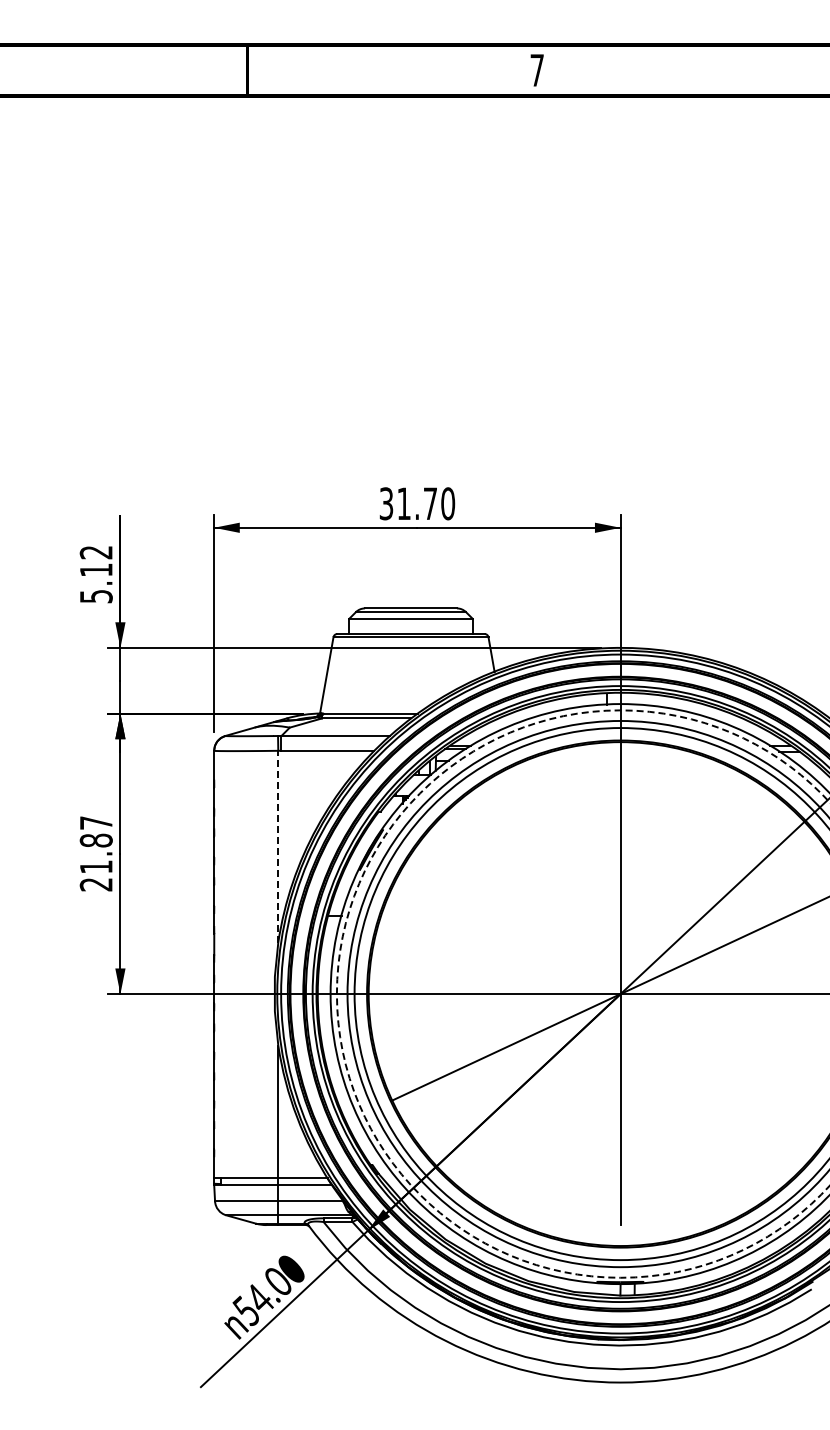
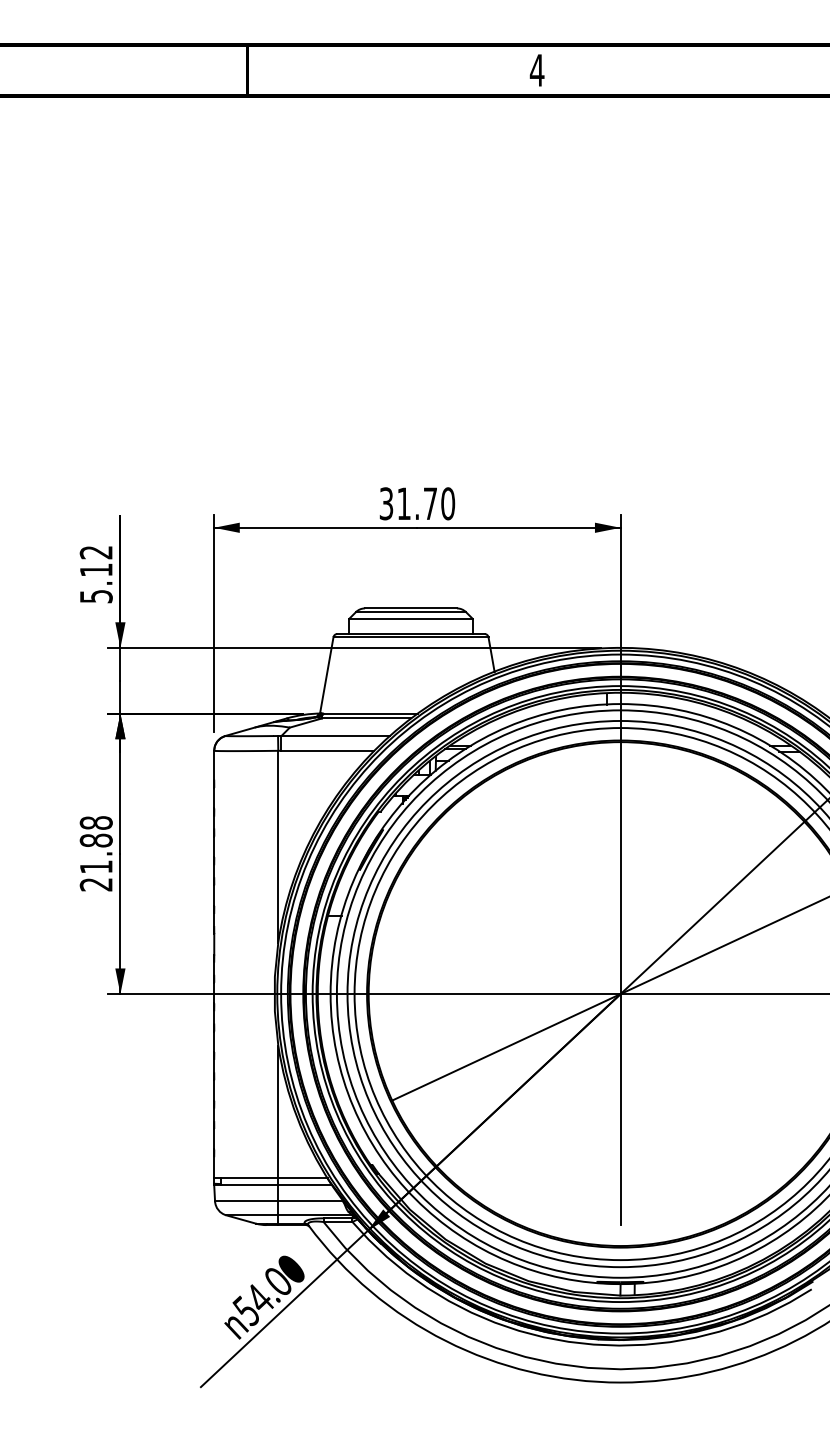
text at (536, 70): 7 -> 4
text at (95, 822): 21.87 -> 21.88
line at (278, 846): dashed -> solid
circle at (582, 993): dashed -> solid
